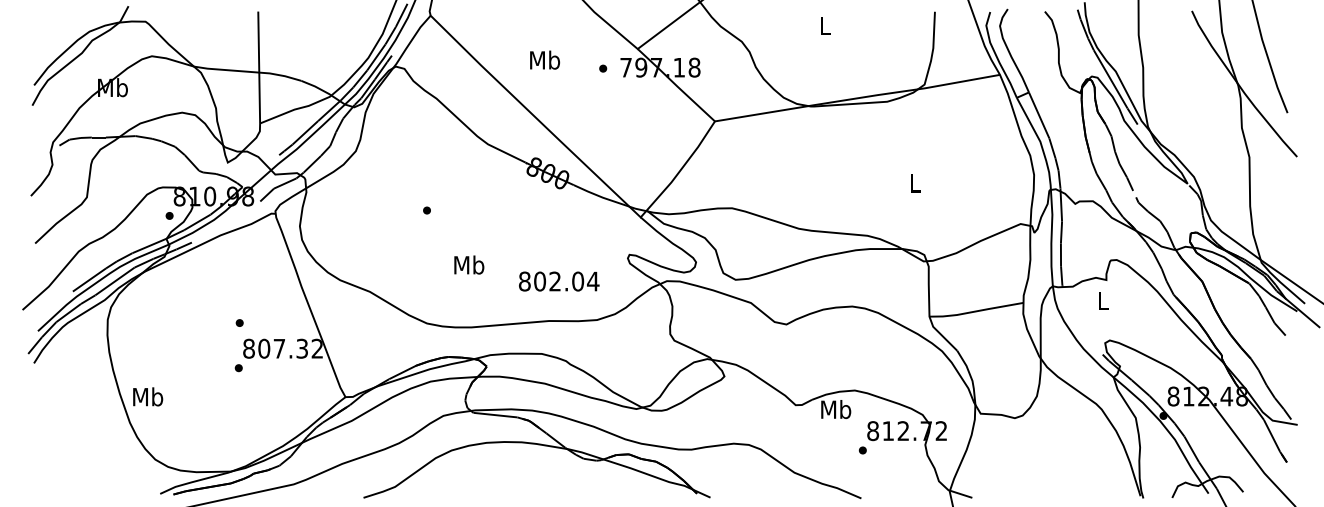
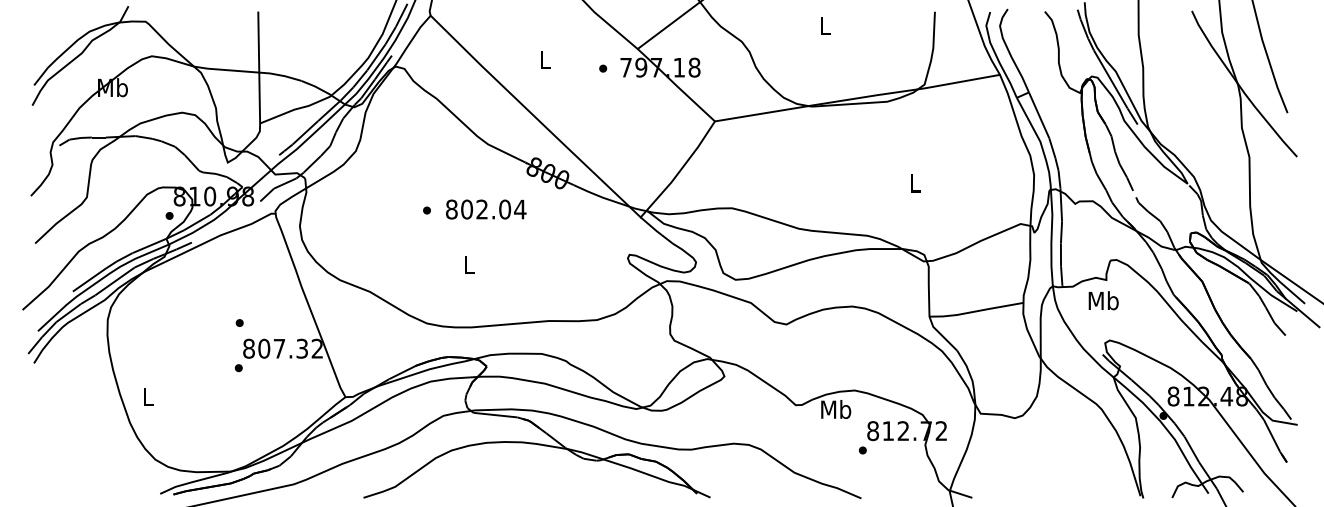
text at (545, 59): Mb -> L
text at (469, 264): Mb -> L
text at (559, 281) position: (559, 281) -> (486, 209)
text at (1103, 300): L -> Mb
text at (148, 396): Mb -> L
